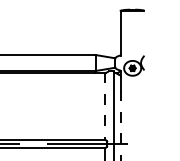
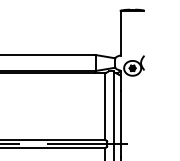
line at (105, 106): dashed -> solid
line at (120, 123): dashed -> solid
